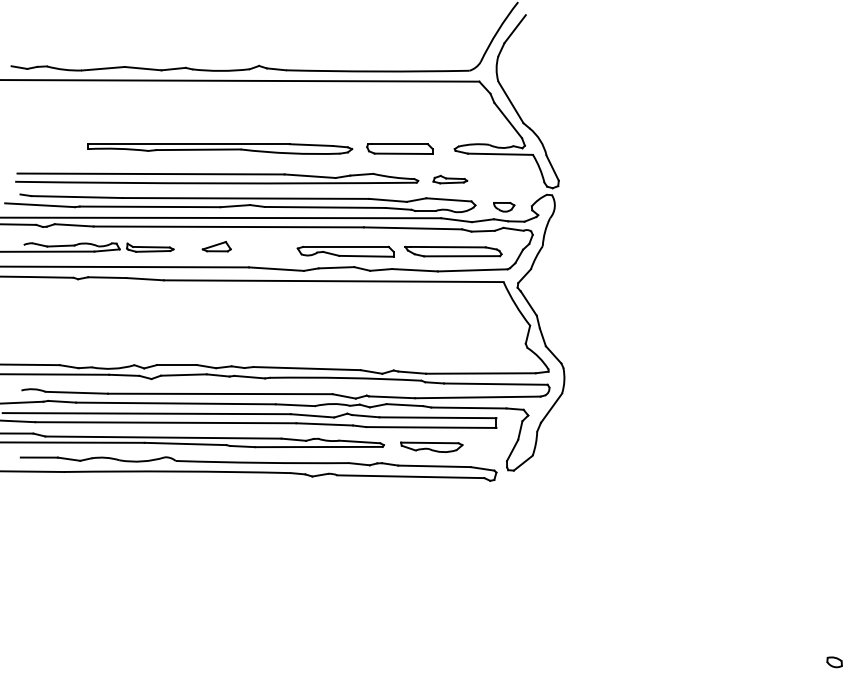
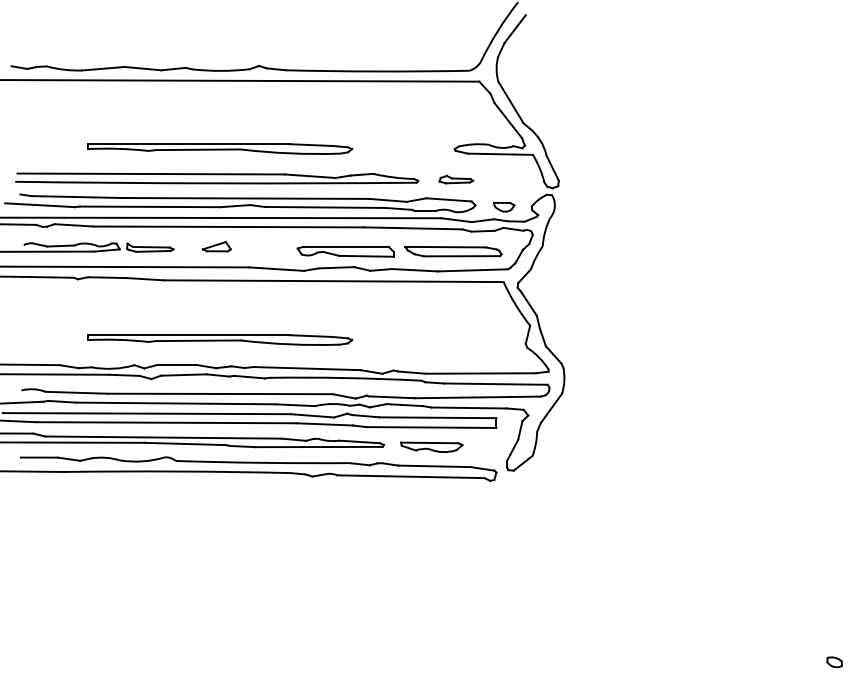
part at (399, 148): present -> none
part at (450, 179) position: (450, 179) -> (456, 179)
part at (220, 339): none -> present
